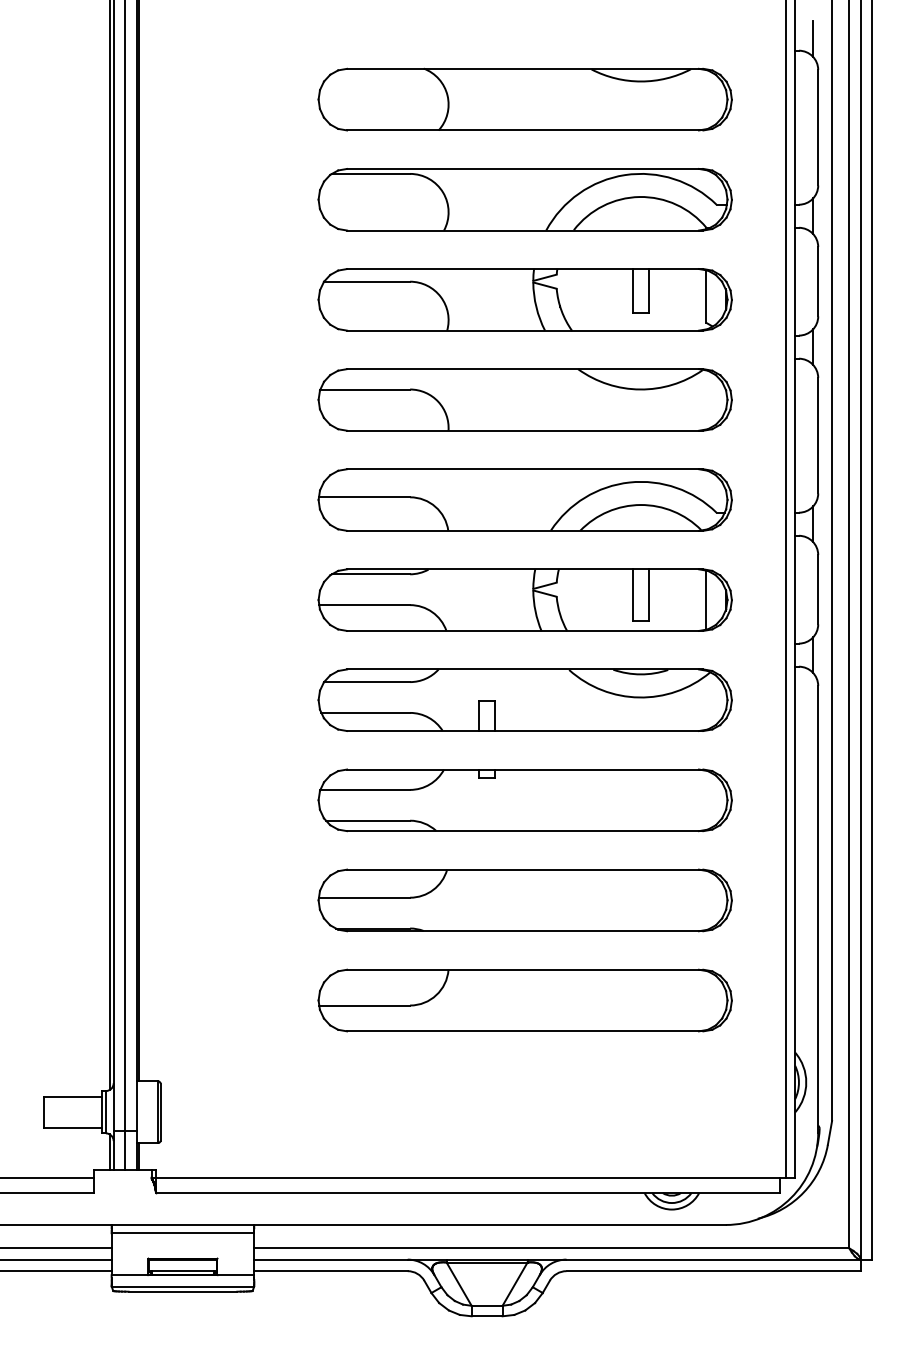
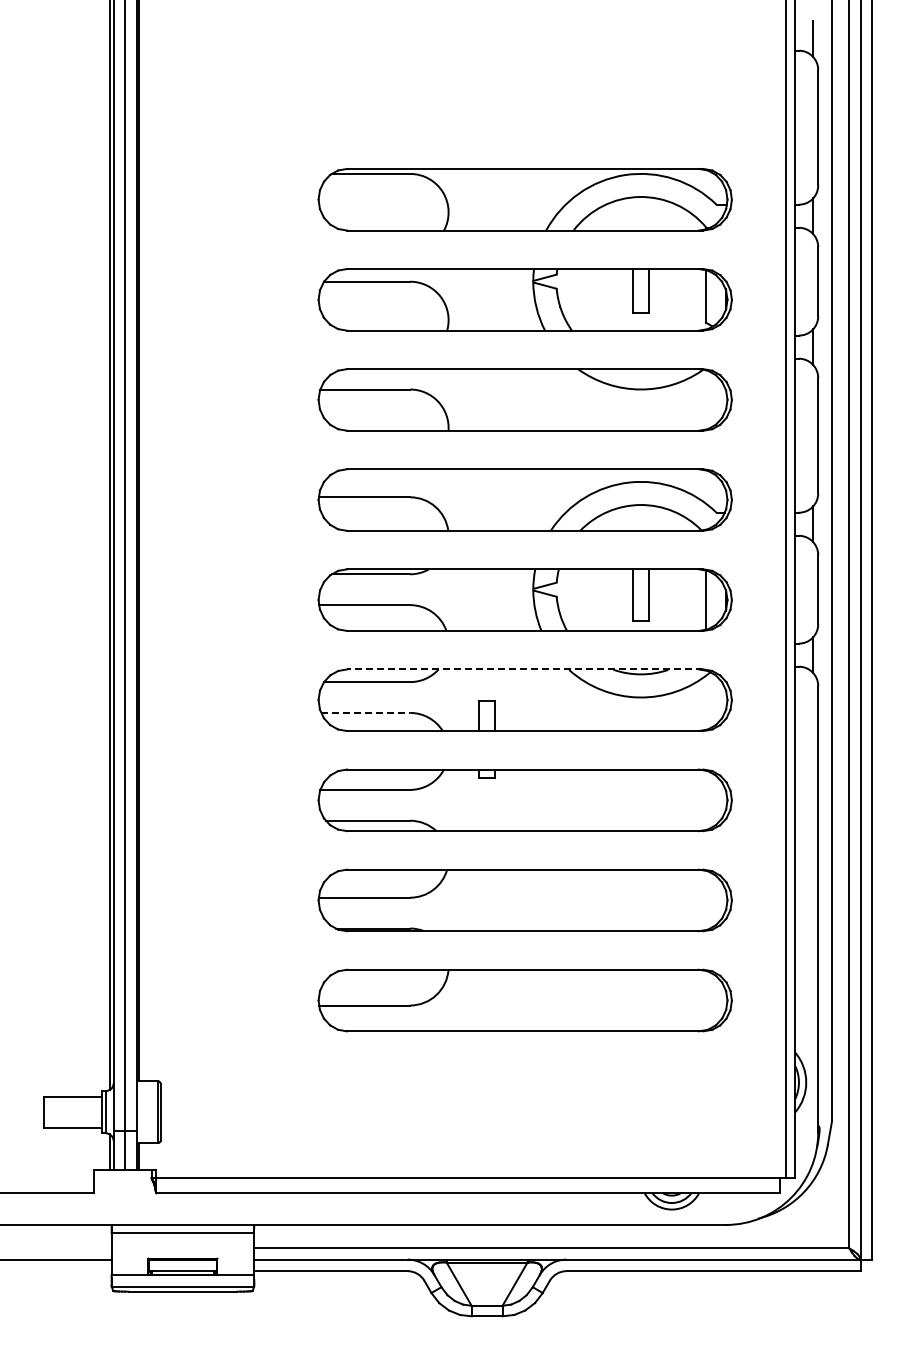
part at (524, 99): present -> none
line at (524, 669): solid -> dashed
line at (366, 712): solid -> dashed
line at (48, 1177): present -> none
line at (56, 1248): present -> none
line at (56, 1271): present -> none
